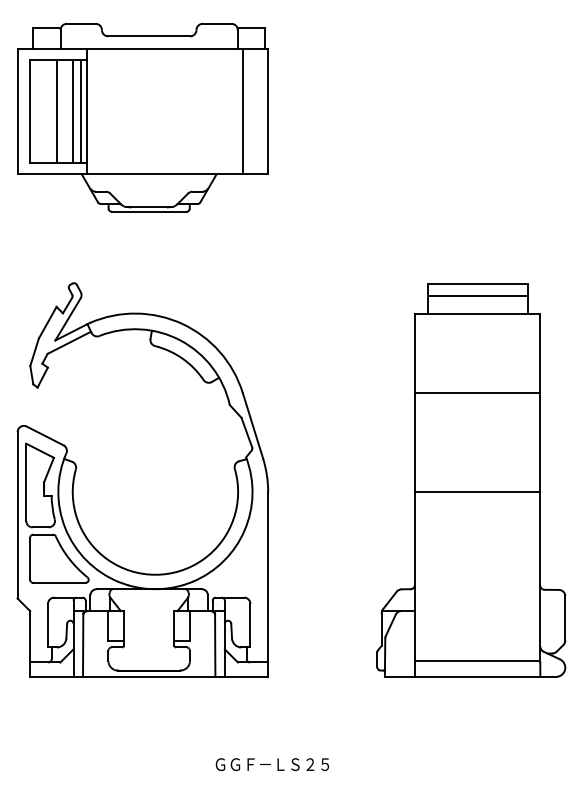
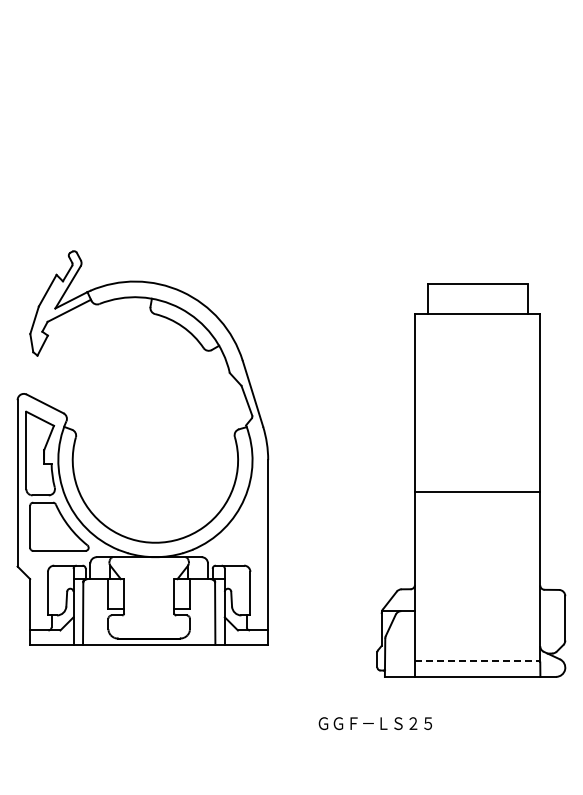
part at (142, 117): present -> none
line at (477, 296): present -> none
line at (477, 392): present -> none
part at (77, 468) position: (77, 468) -> (77, 436)
line at (477, 661): solid -> dashed
text at (271, 764) position: (271, 764) -> (374, 723)
